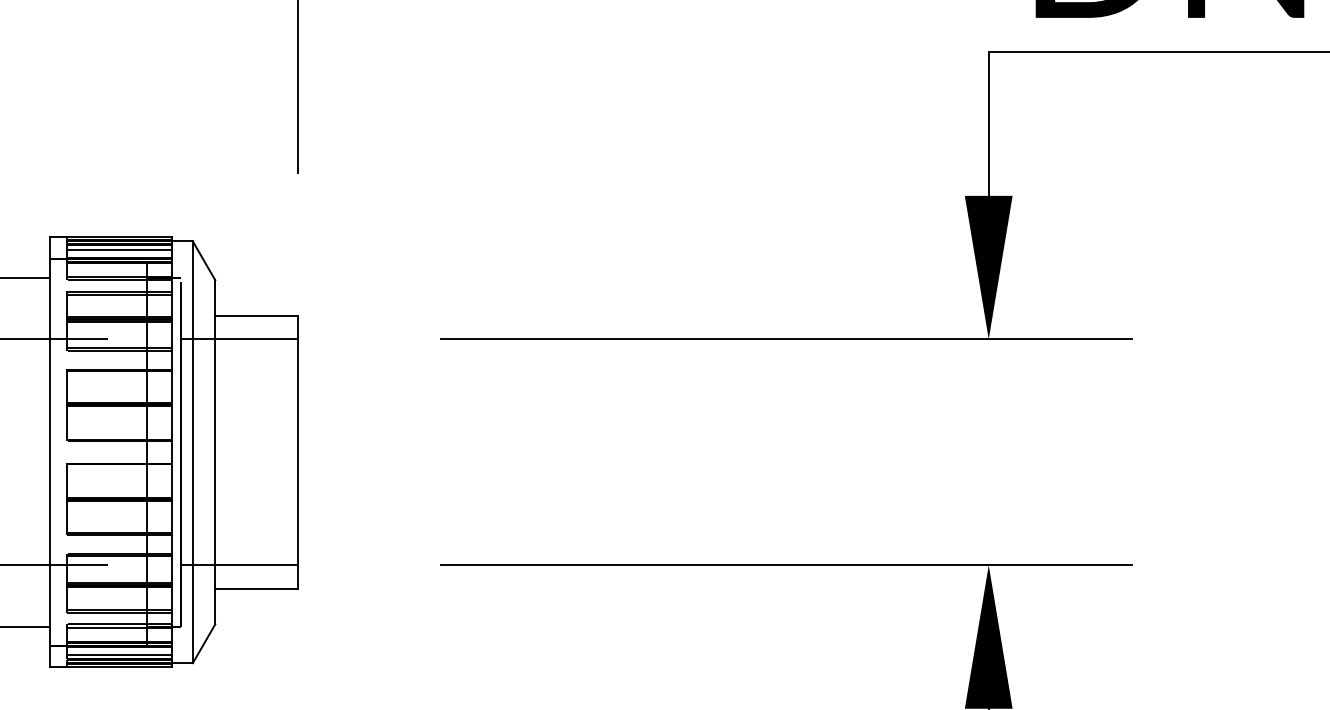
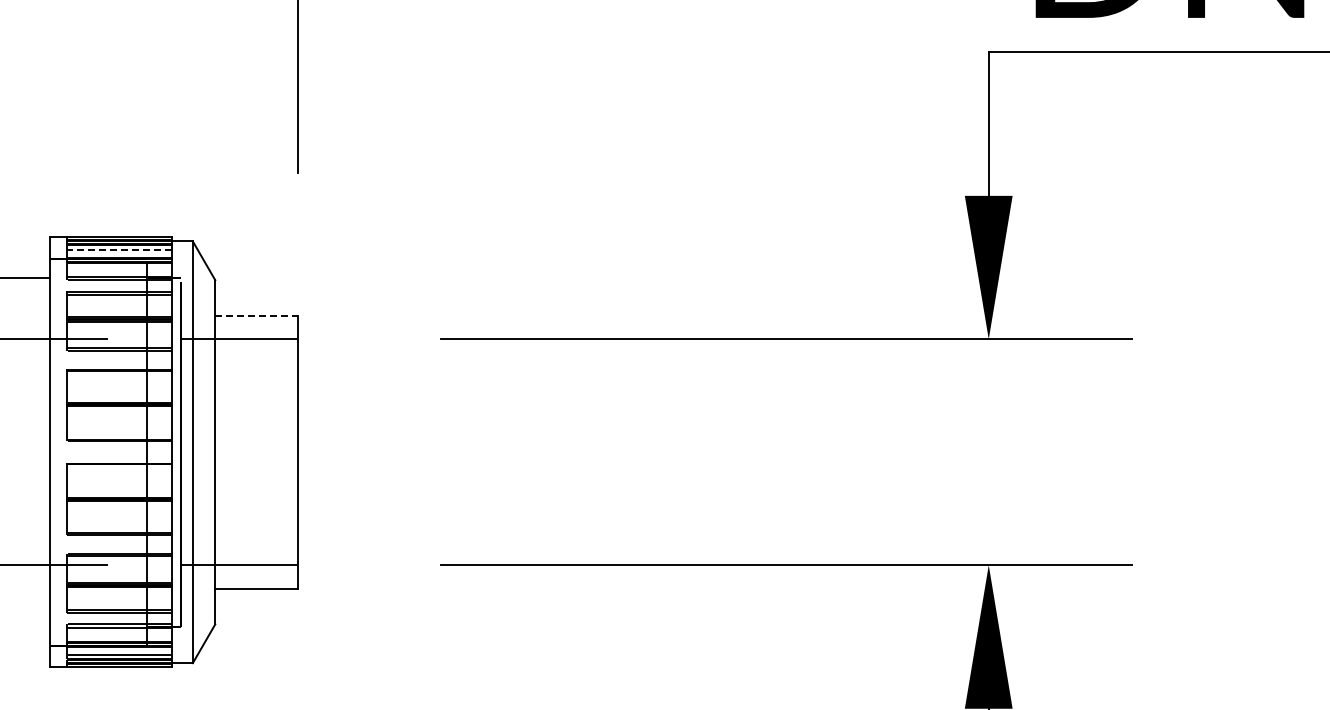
line at (118, 249): solid -> dashed
line at (256, 316): solid -> dashed
line at (26, 626): present -> none
